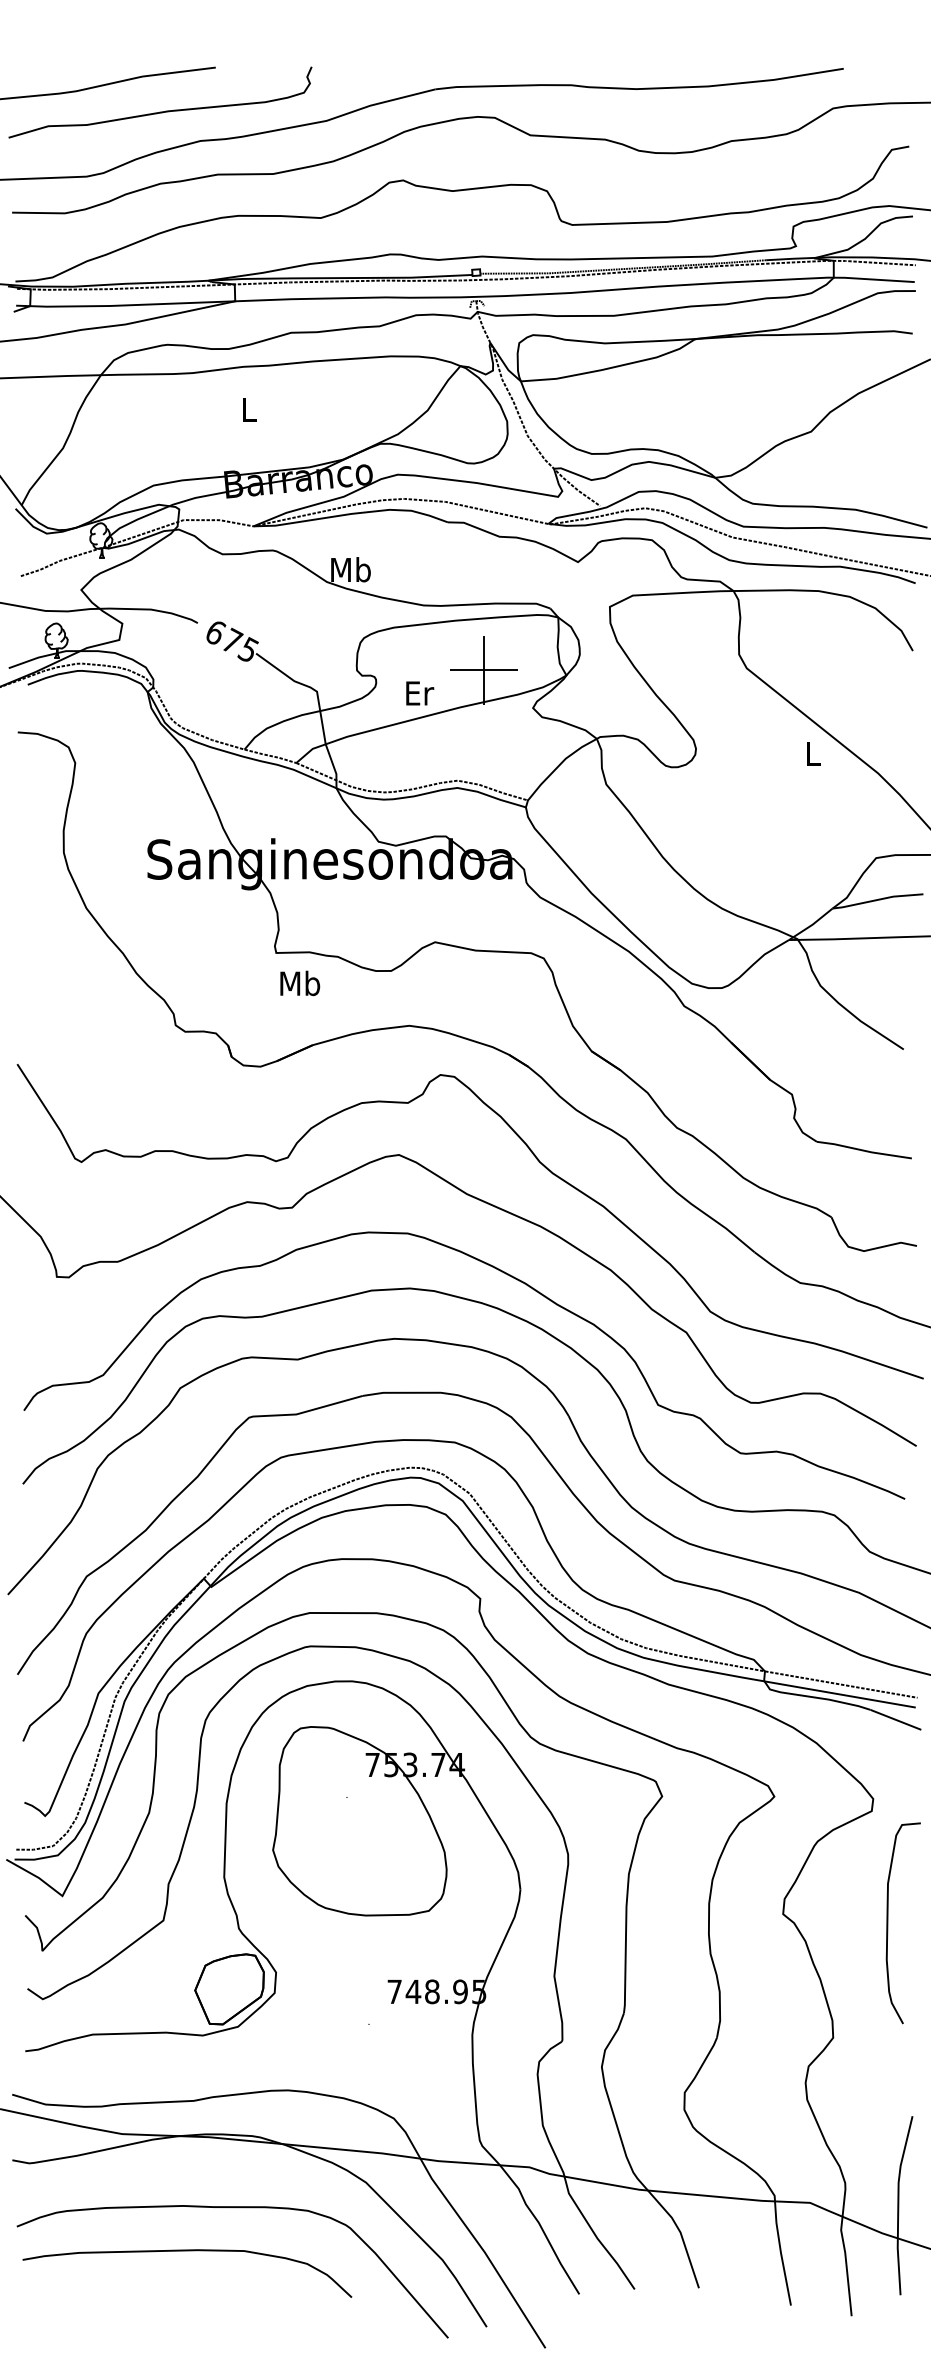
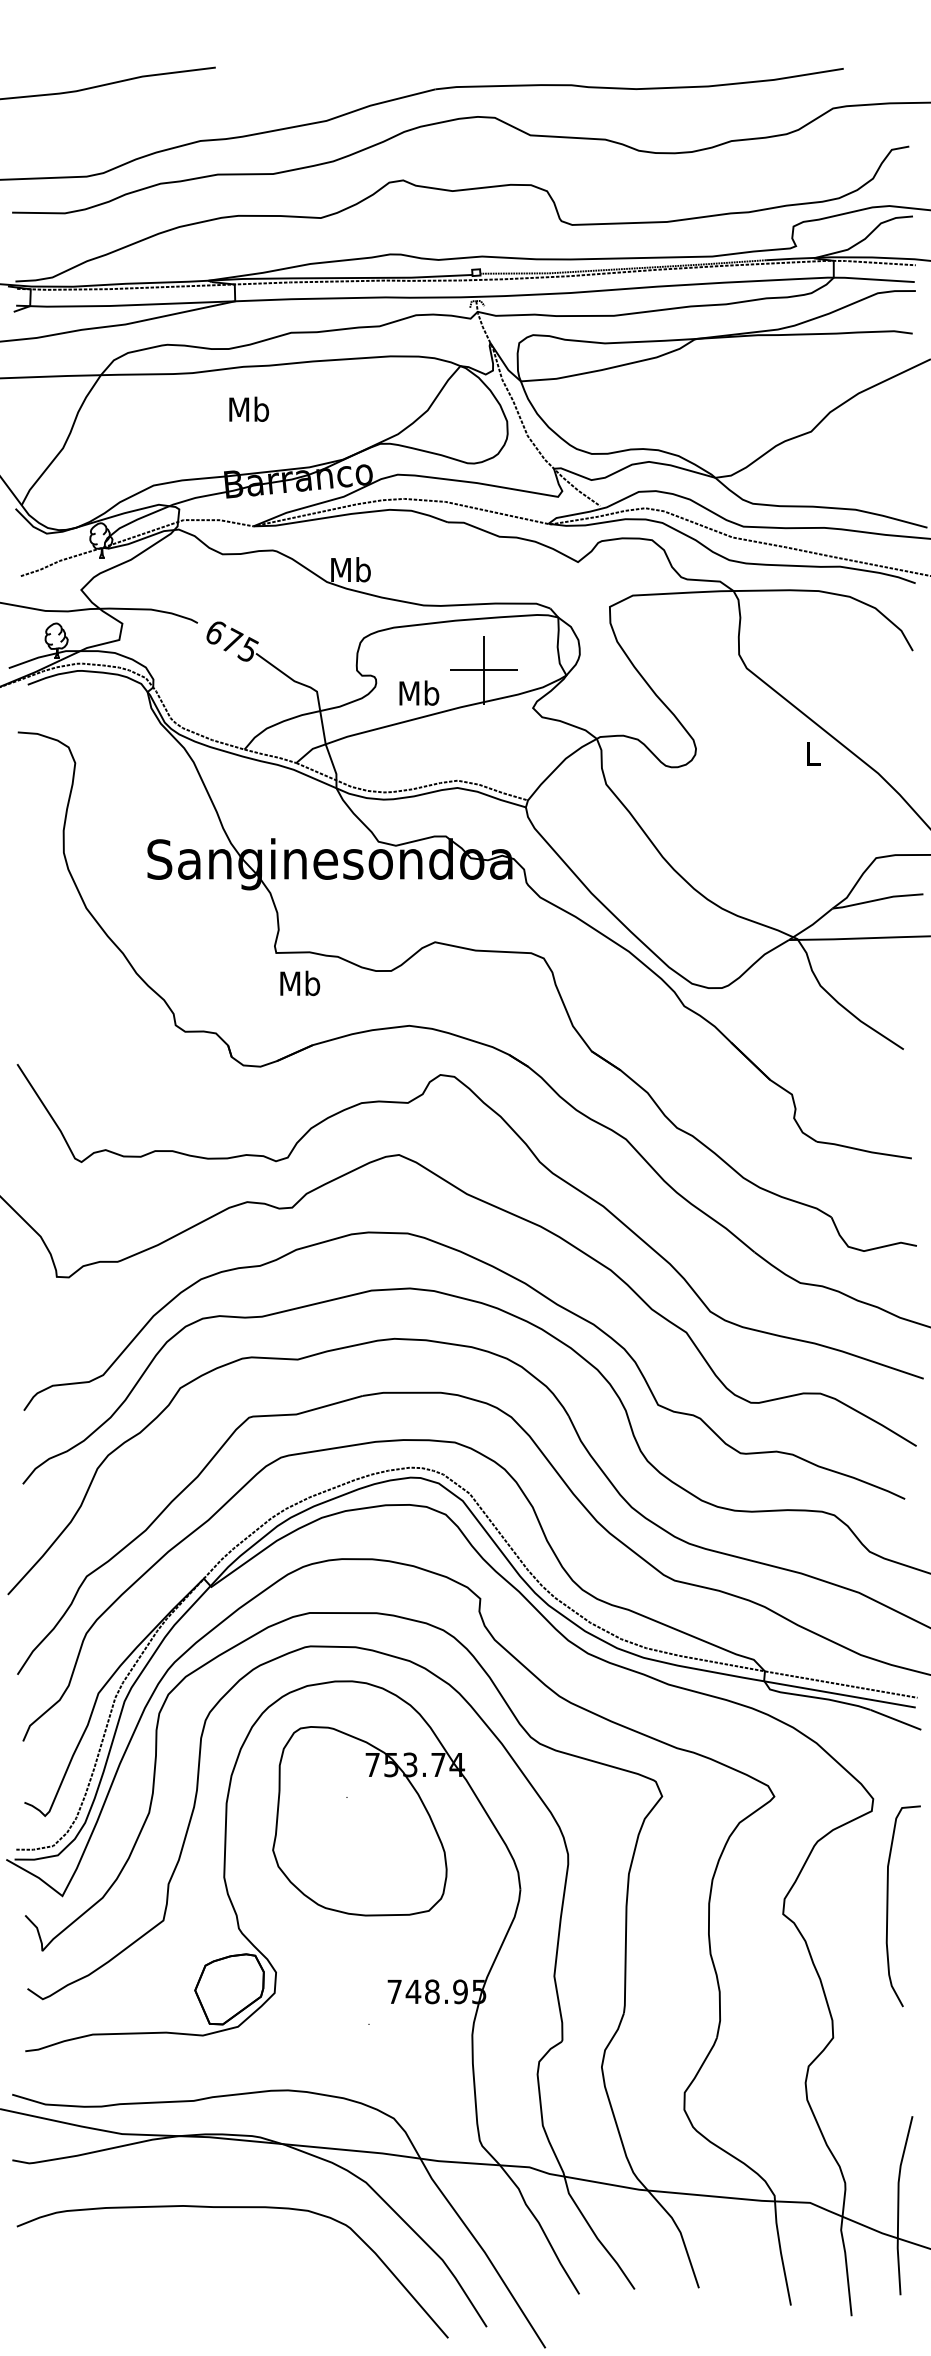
curve at (160, 111): present -> none
text at (249, 408): L -> Mb
text at (419, 692): Er -> Mb
curve at (888, 1923) position: (888, 1923) -> (888, 1906)
curve at (187, 2251): present -> none
